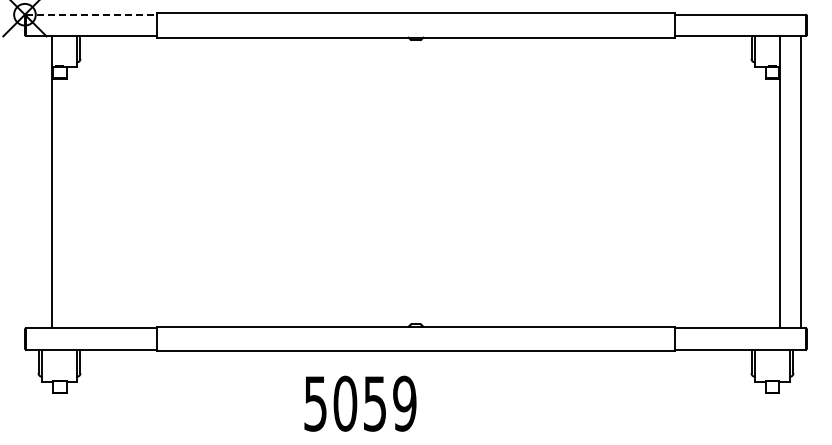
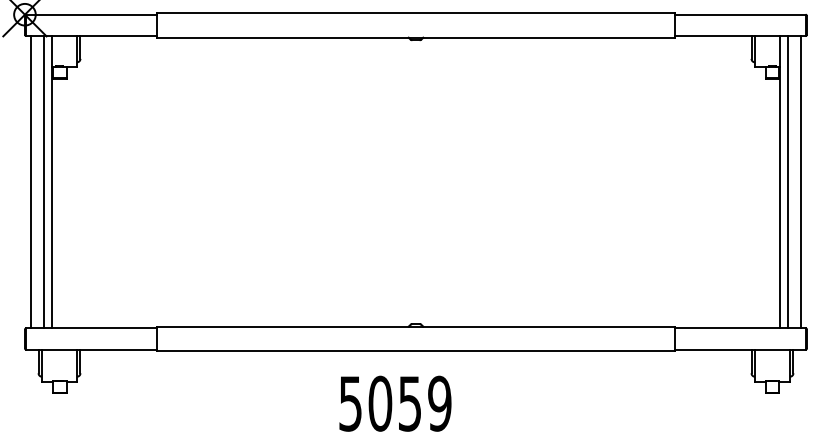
line at (92, 14): dashed -> solid
line at (30, 182): none -> present
line at (44, 182): none -> present
line at (787, 182): none -> present
text at (360, 403) position: (360, 403) -> (395, 403)
